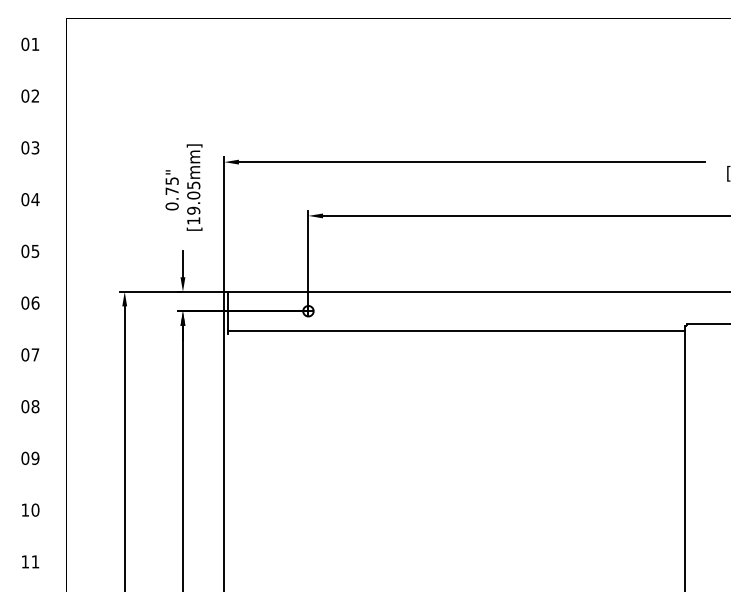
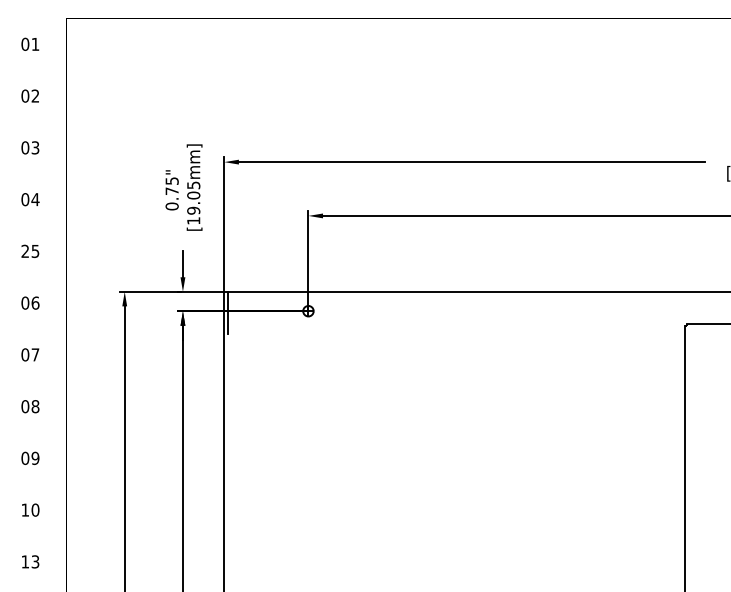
text at (25, 250): 05 -> 25
line at (456, 330): present -> none
text at (35, 561): 11 -> 13
